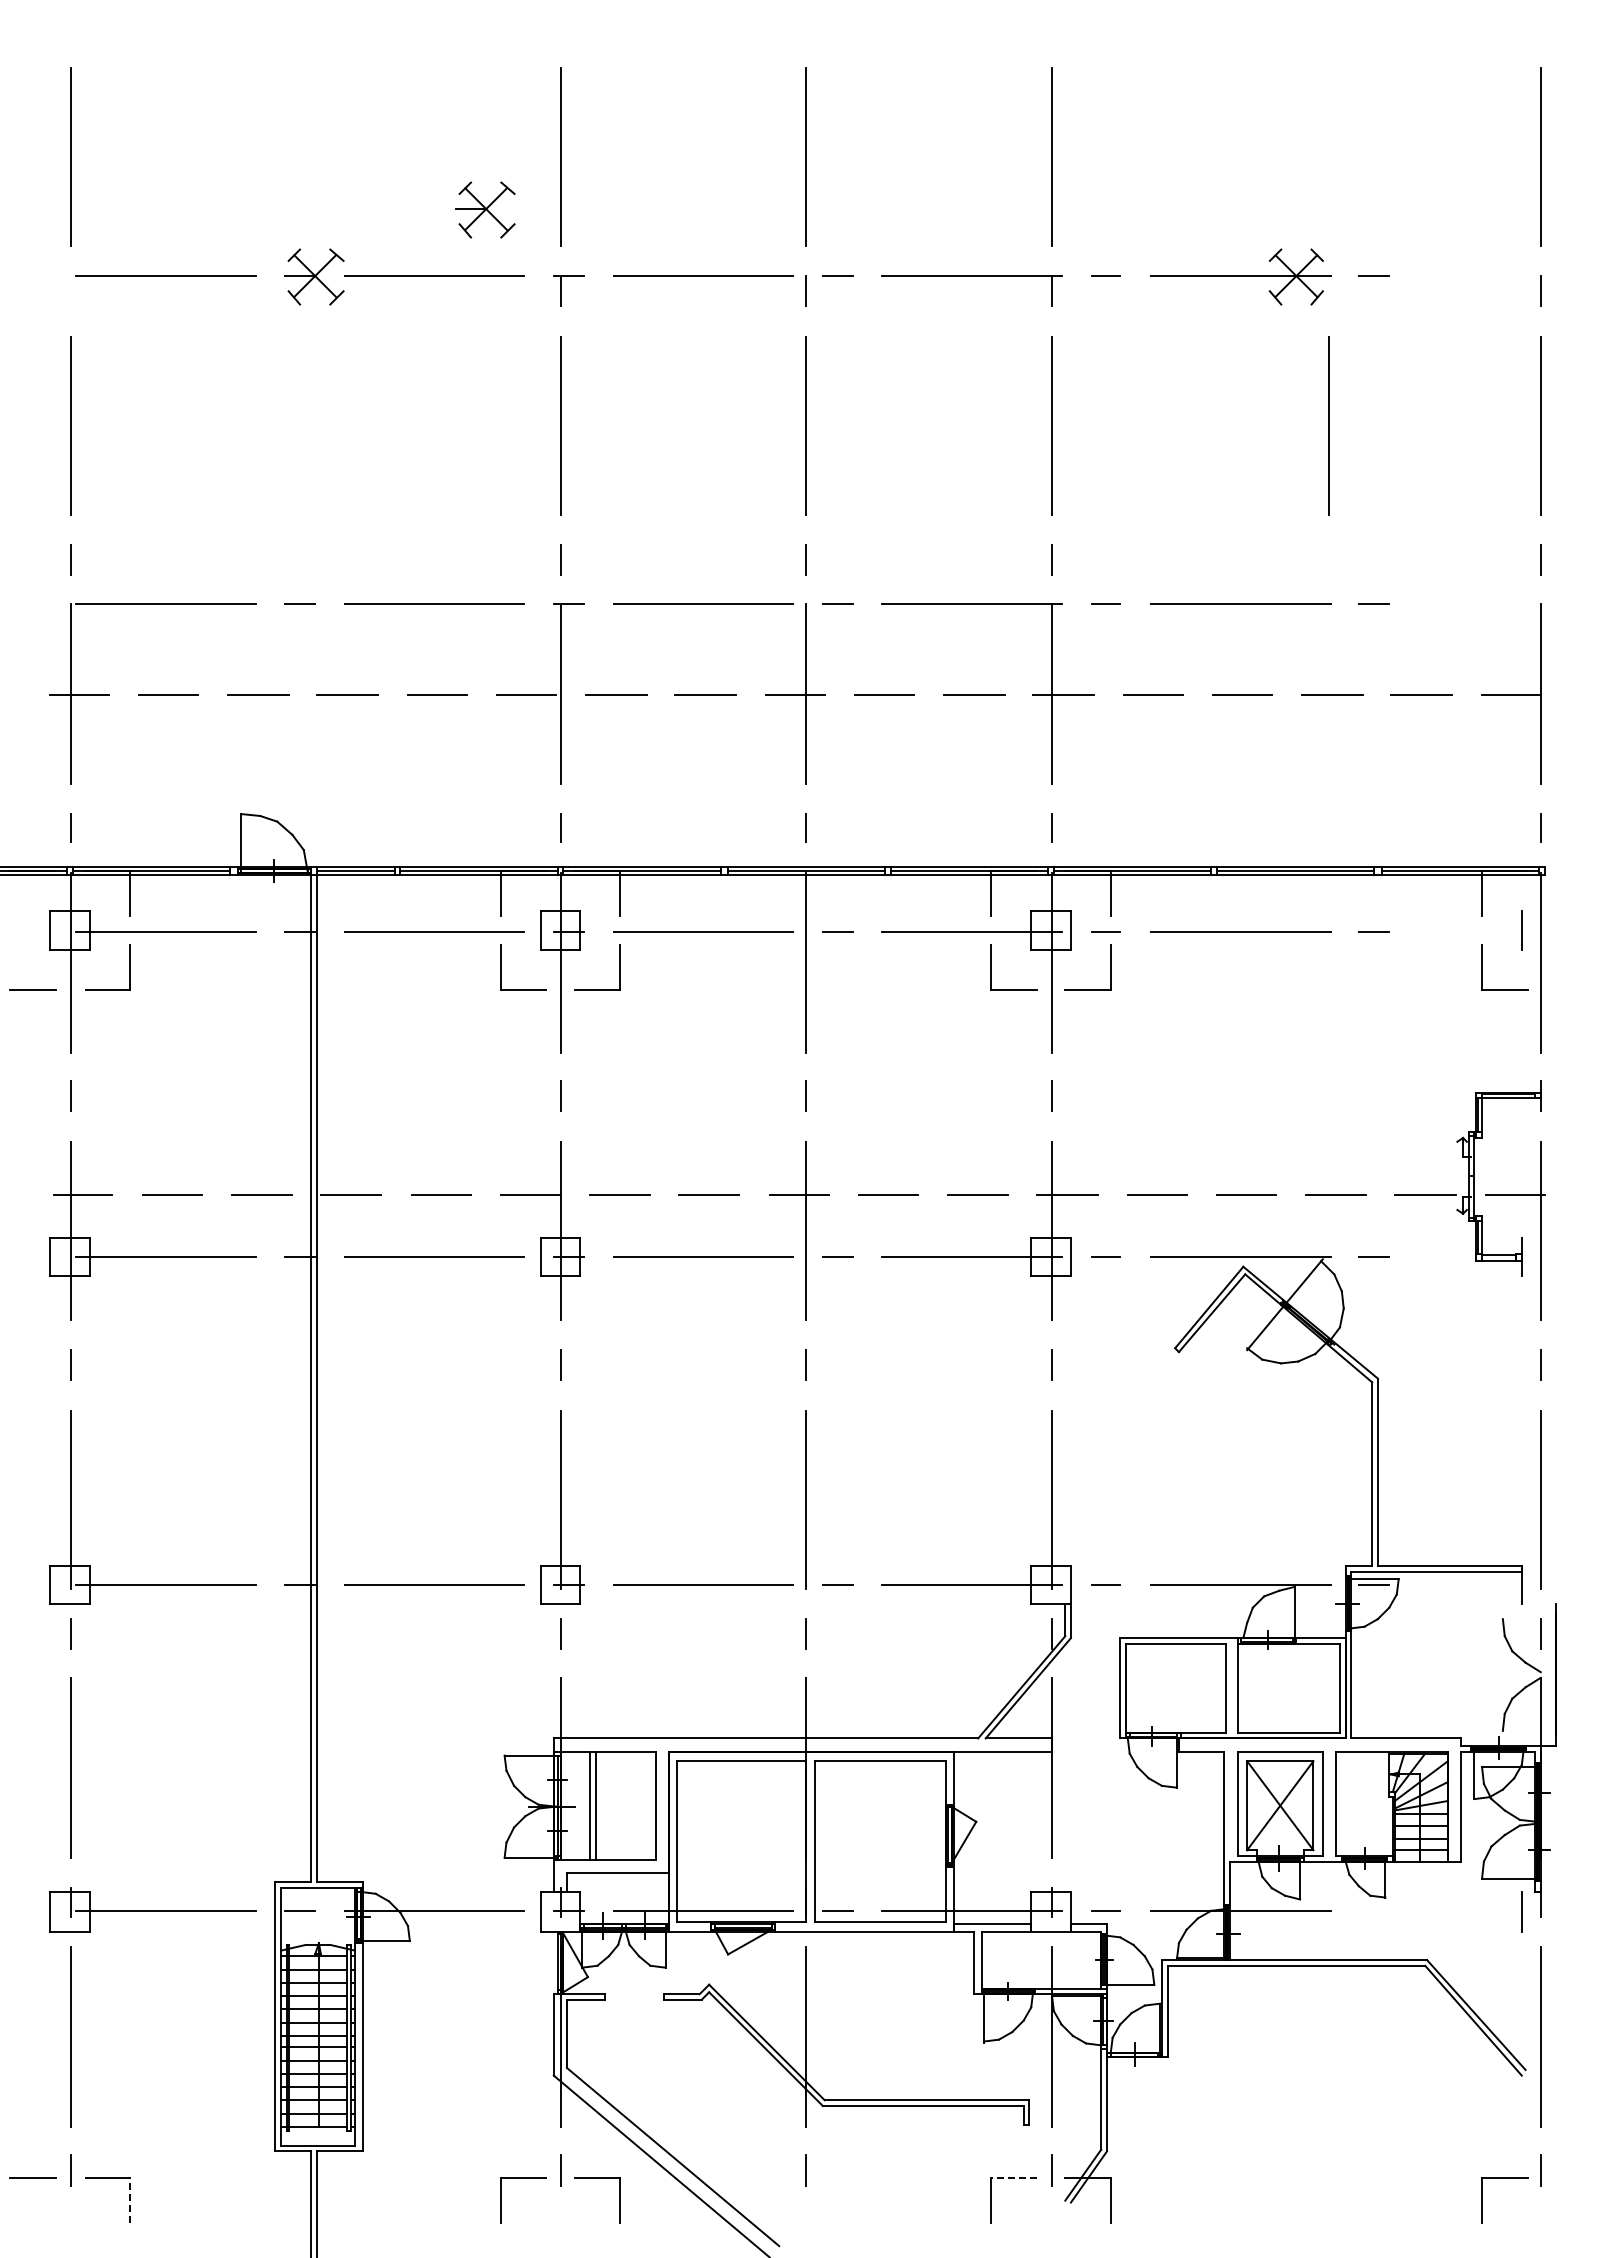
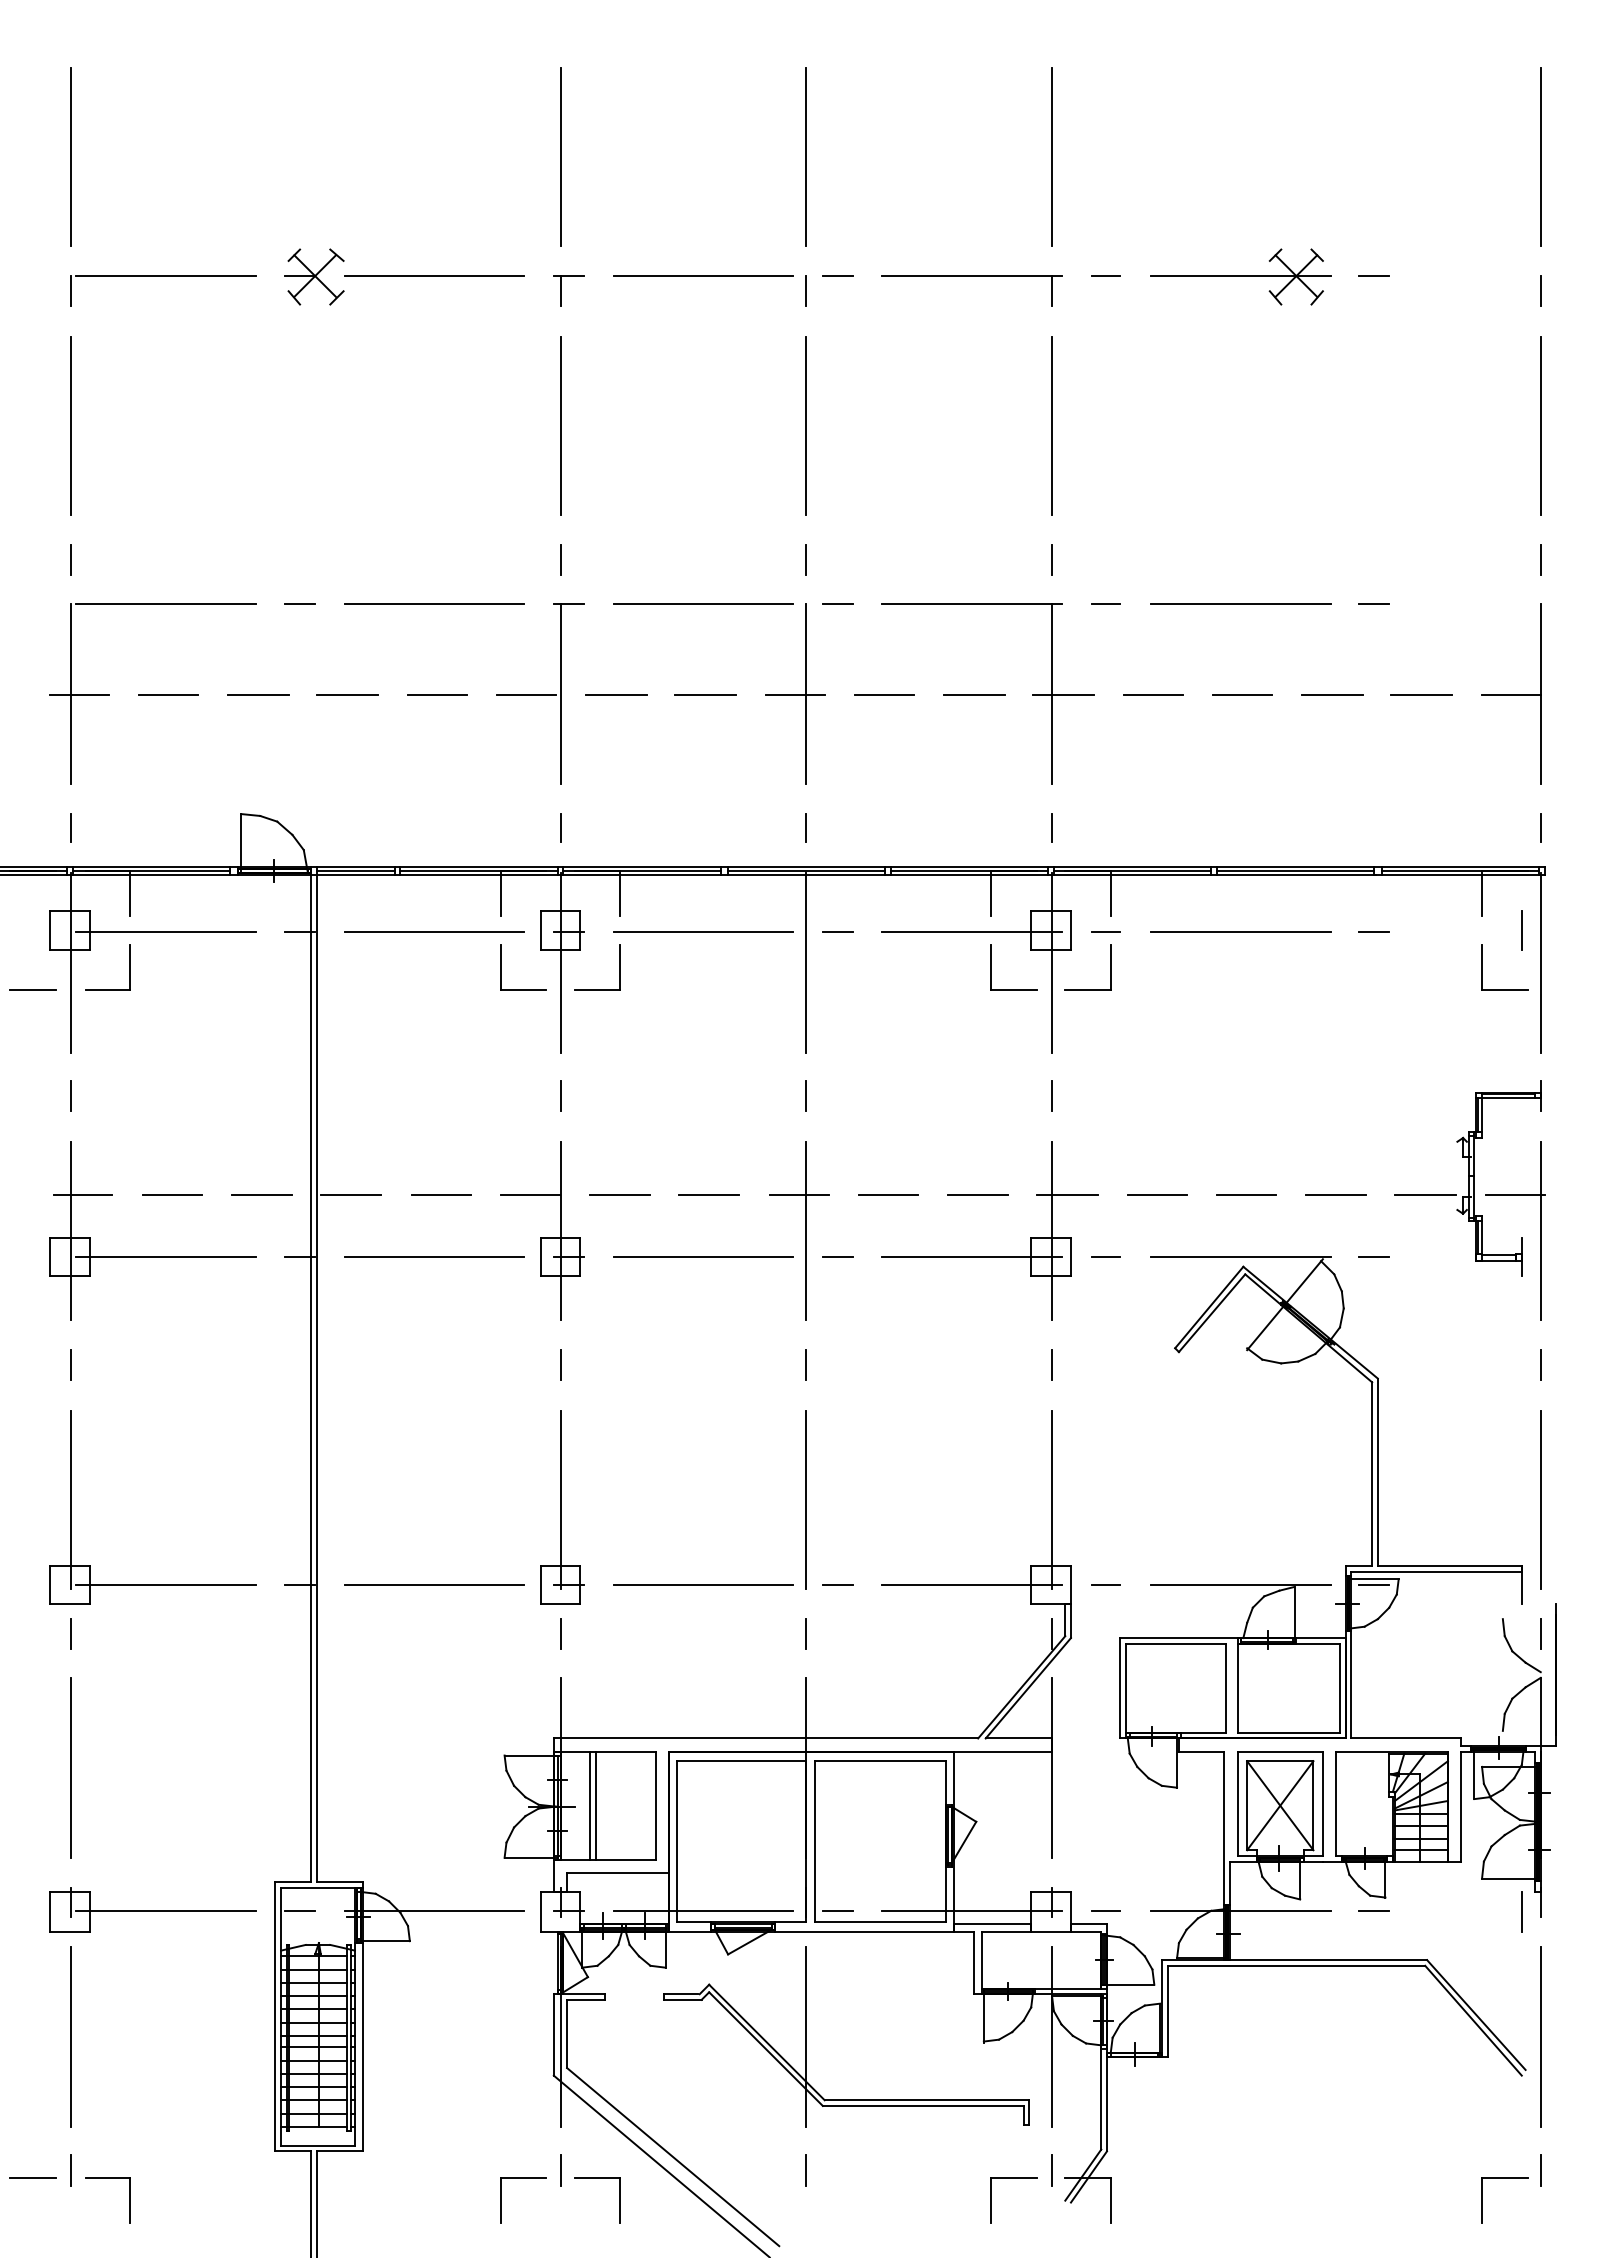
part at (485, 209): present -> none
line at (70, 291): none -> present
line at (1328, 425): present -> none
line at (1373, 1910): none -> present
line at (1014, 2177): dashed -> solid
line at (129, 2200): dashed -> solid
